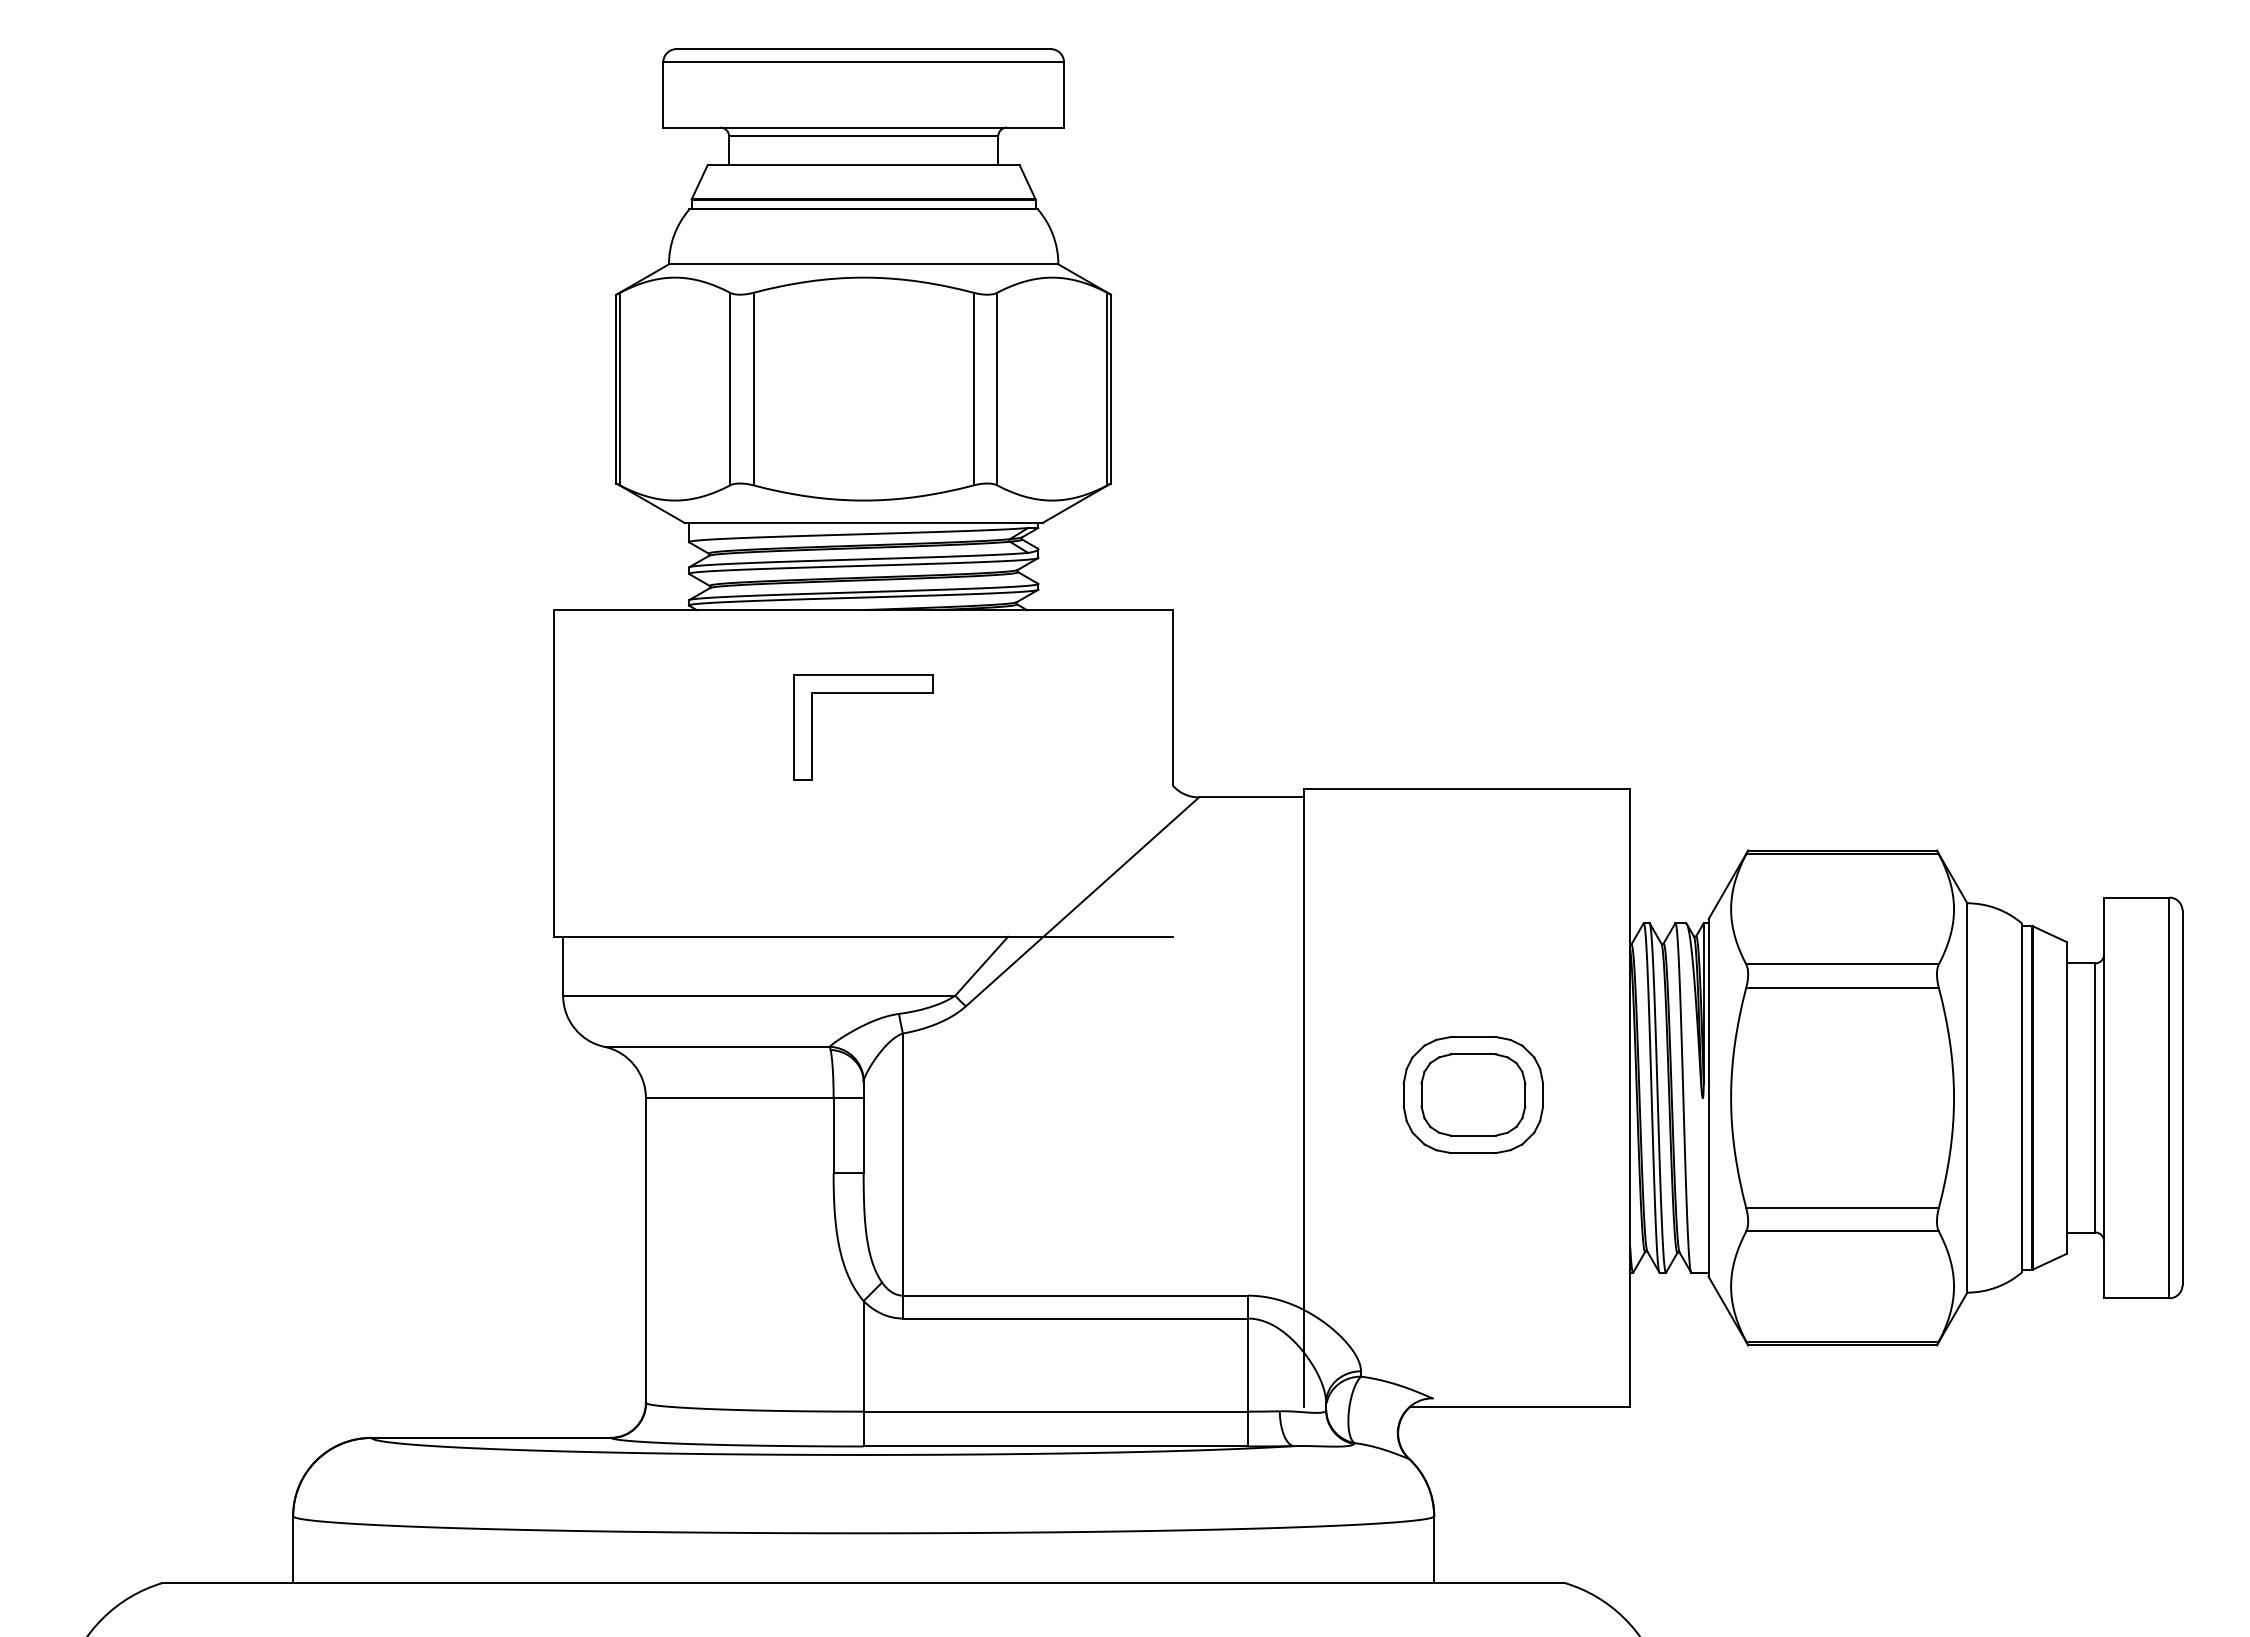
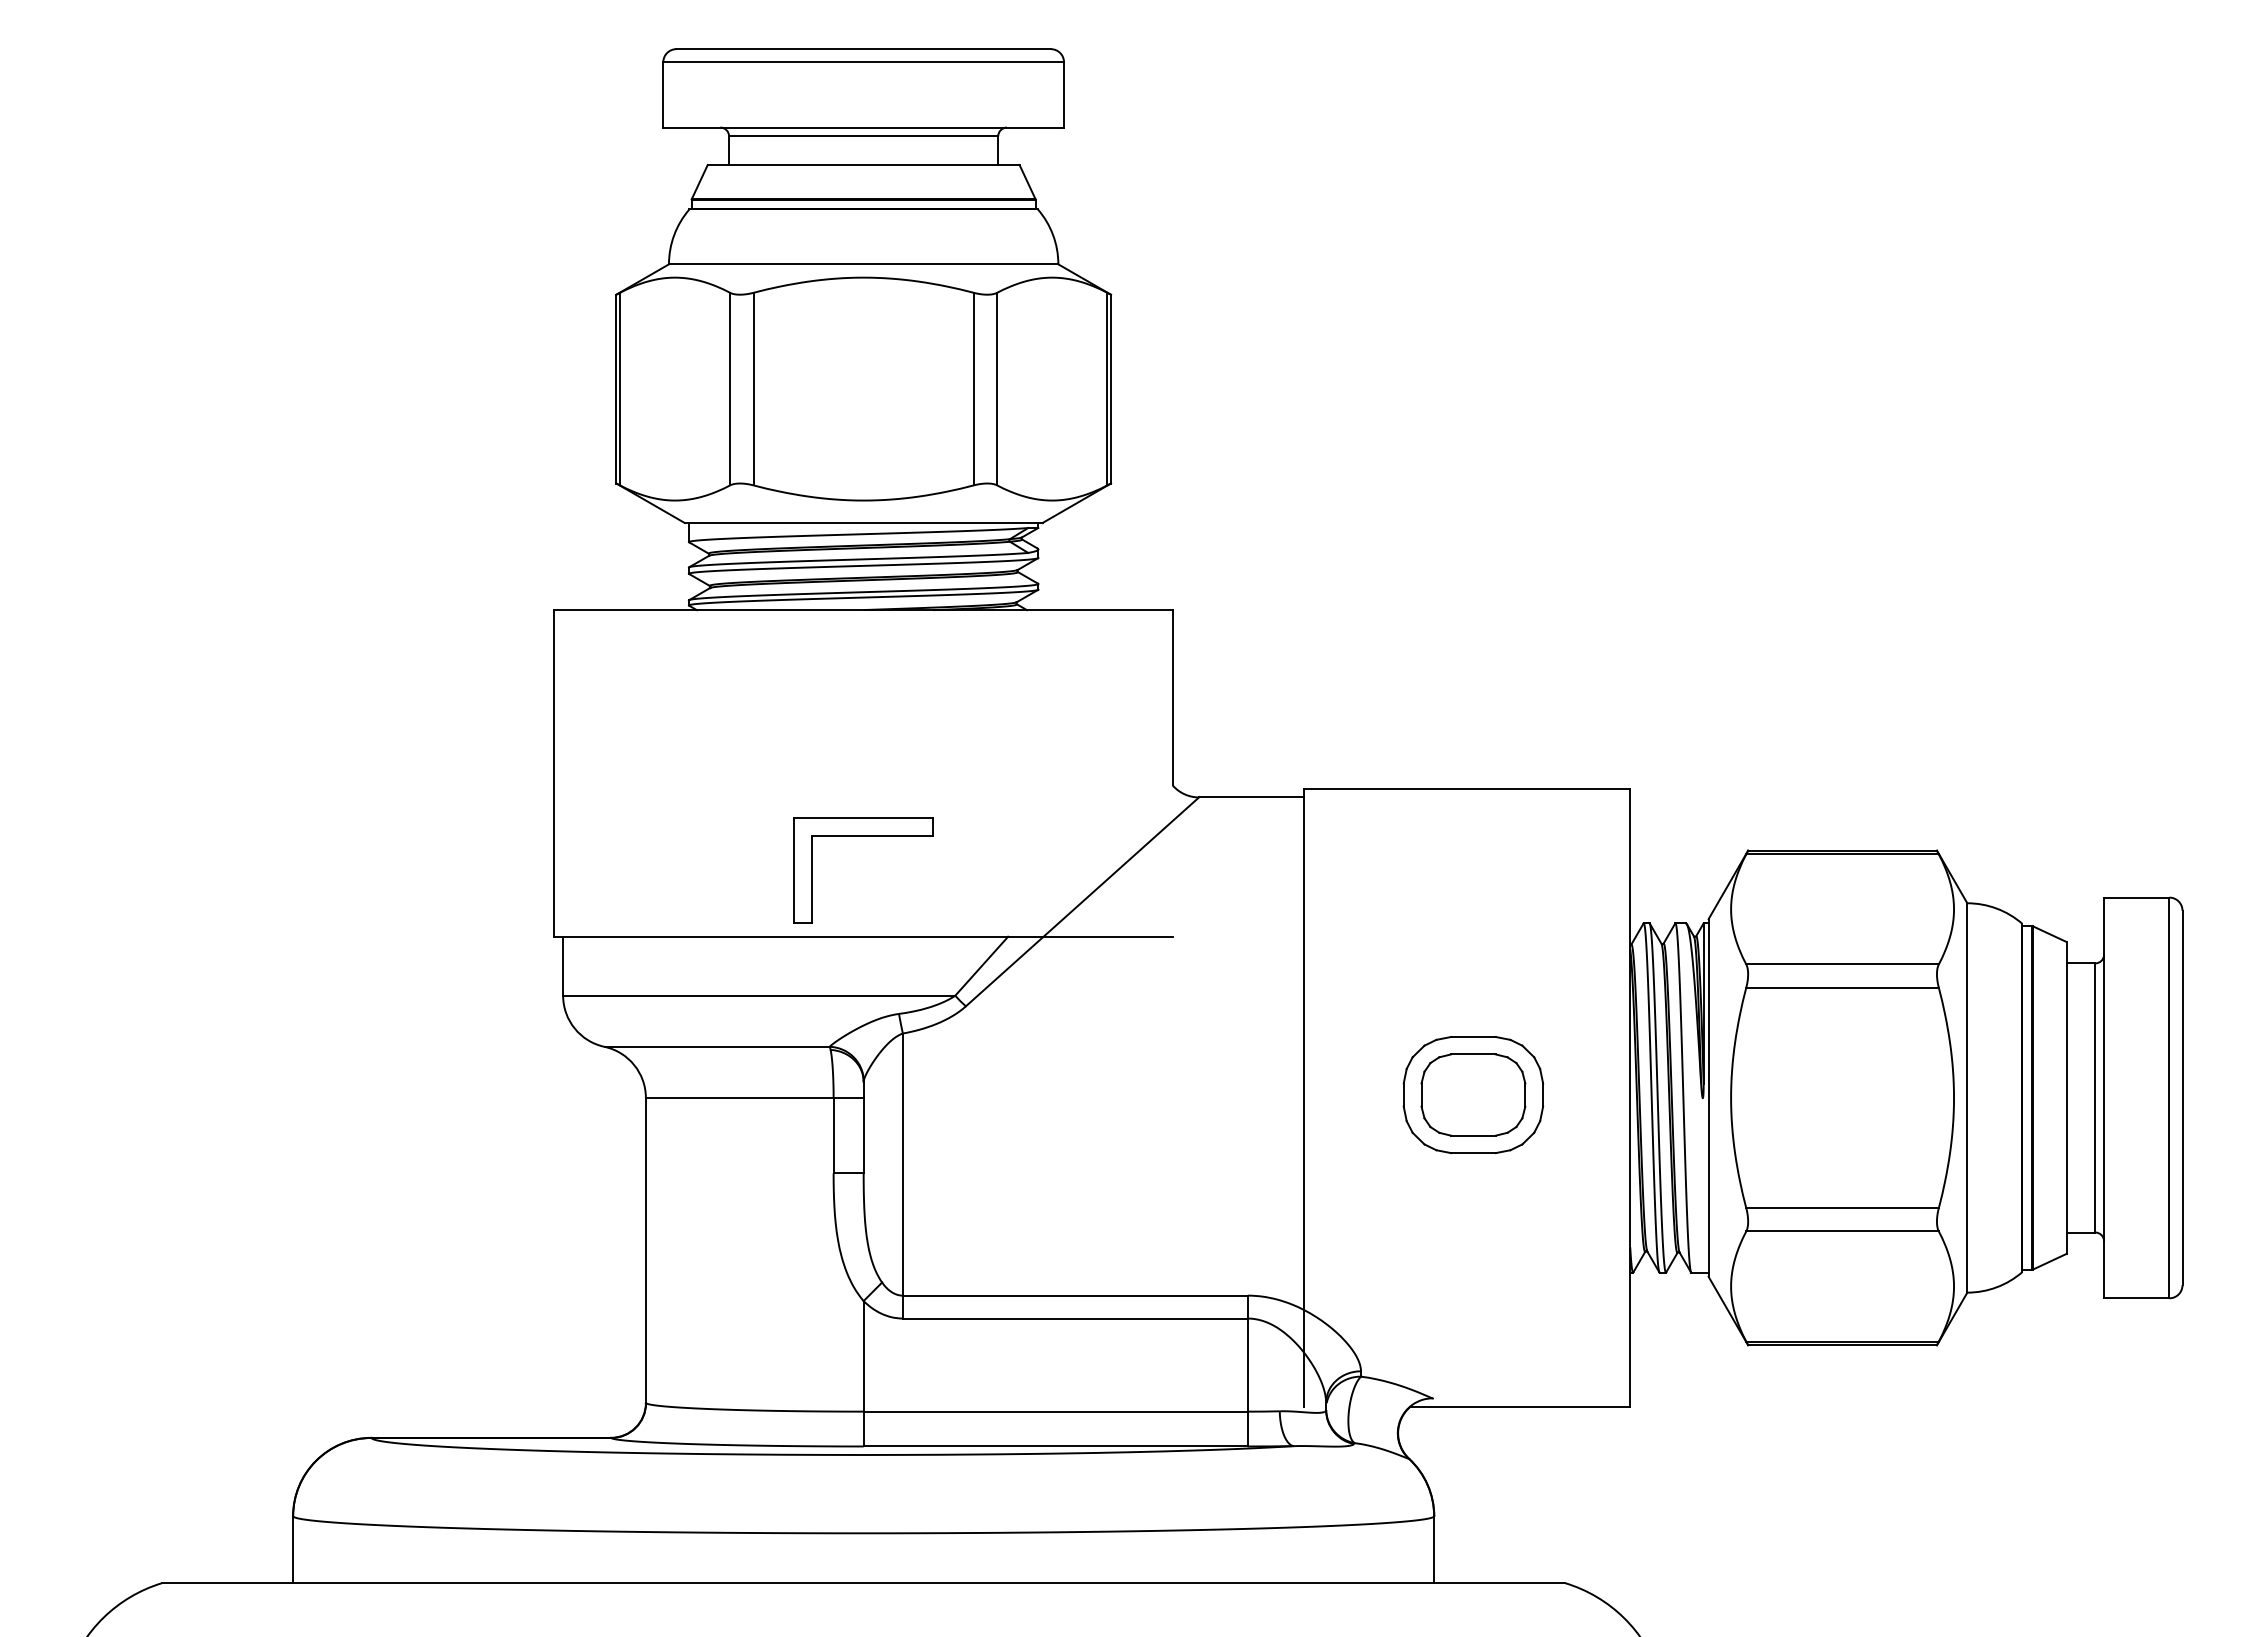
part at (863, 693) position: (863, 693) -> (863, 836)
